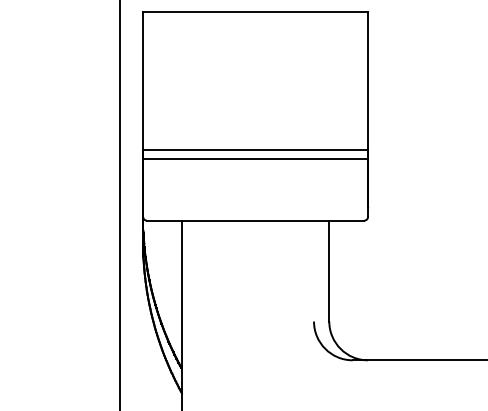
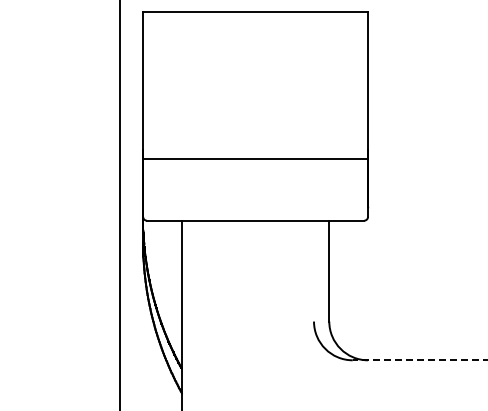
line at (255, 150): present -> none
line at (419, 360): solid -> dashed
